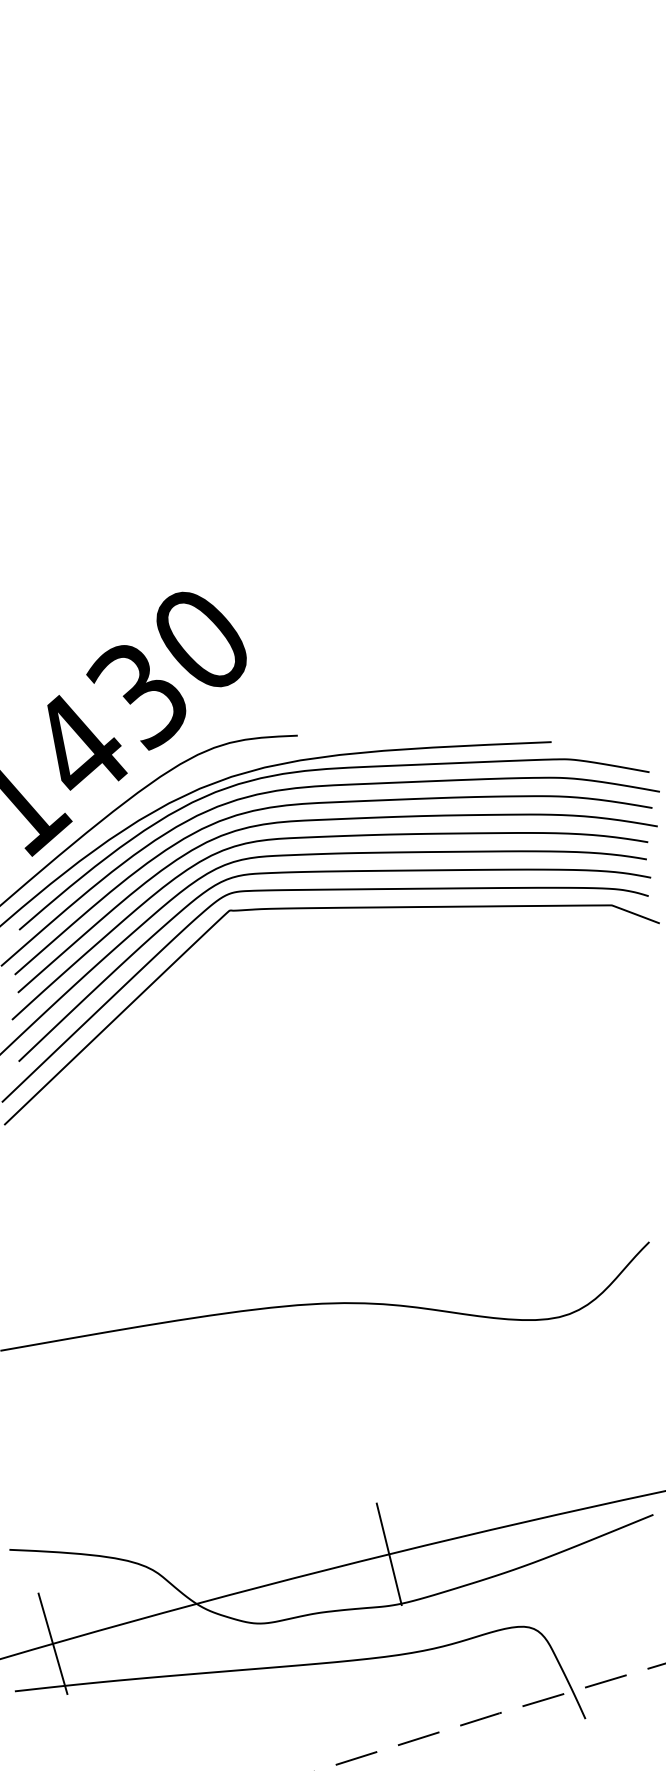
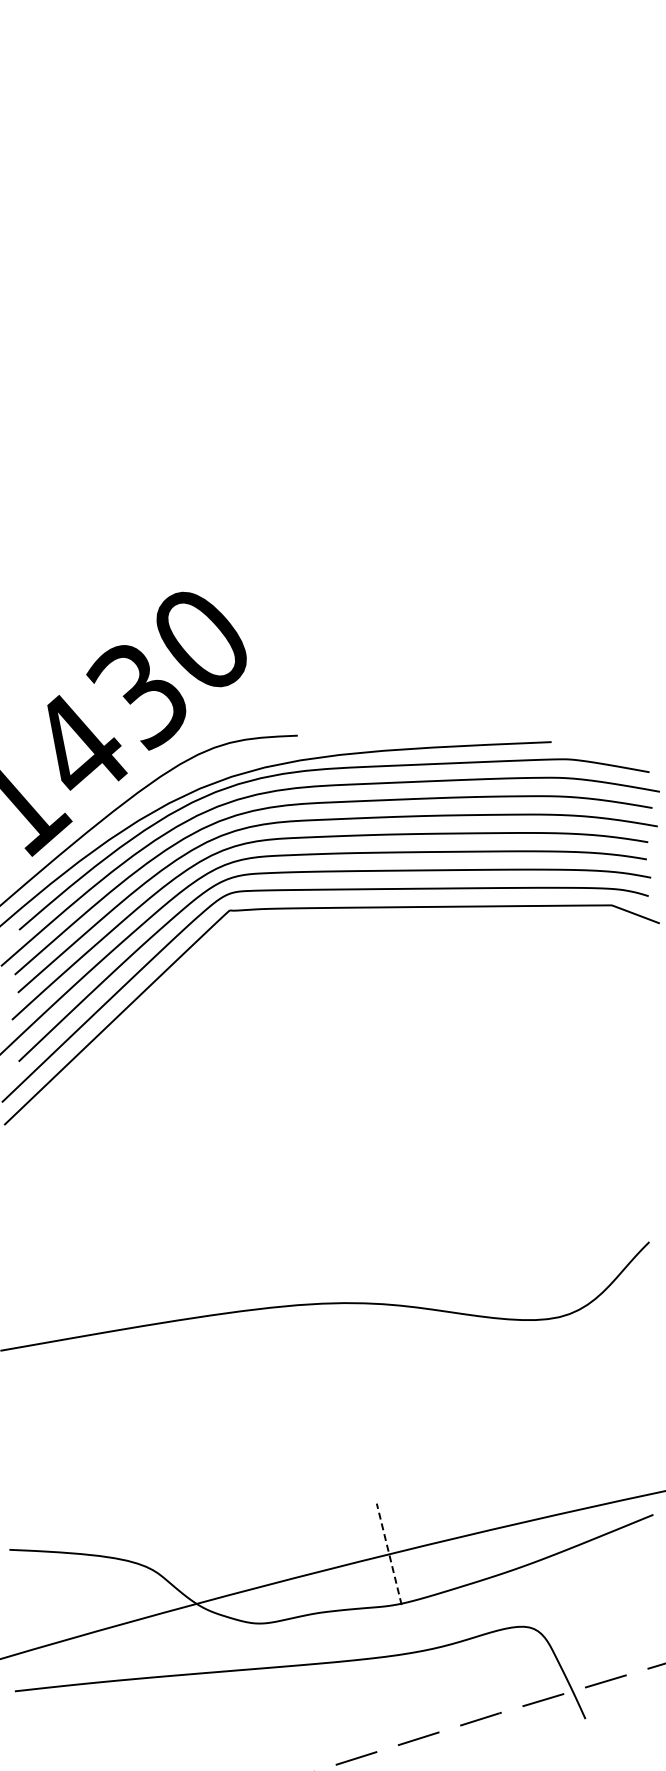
line at (389, 1553): solid -> dashed
line at (52, 1643): present -> none
